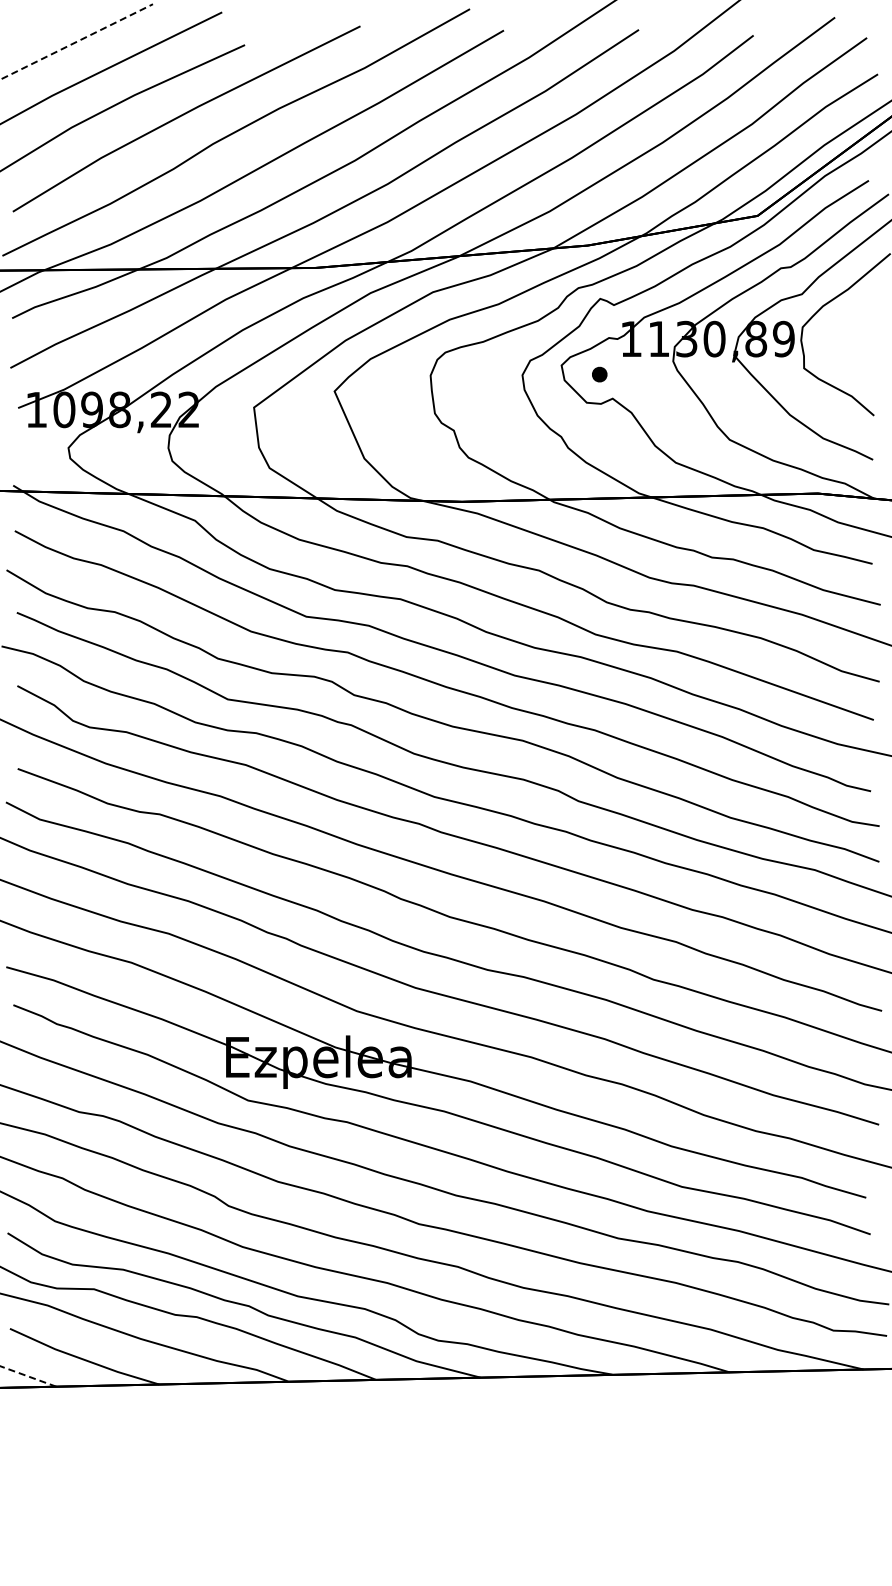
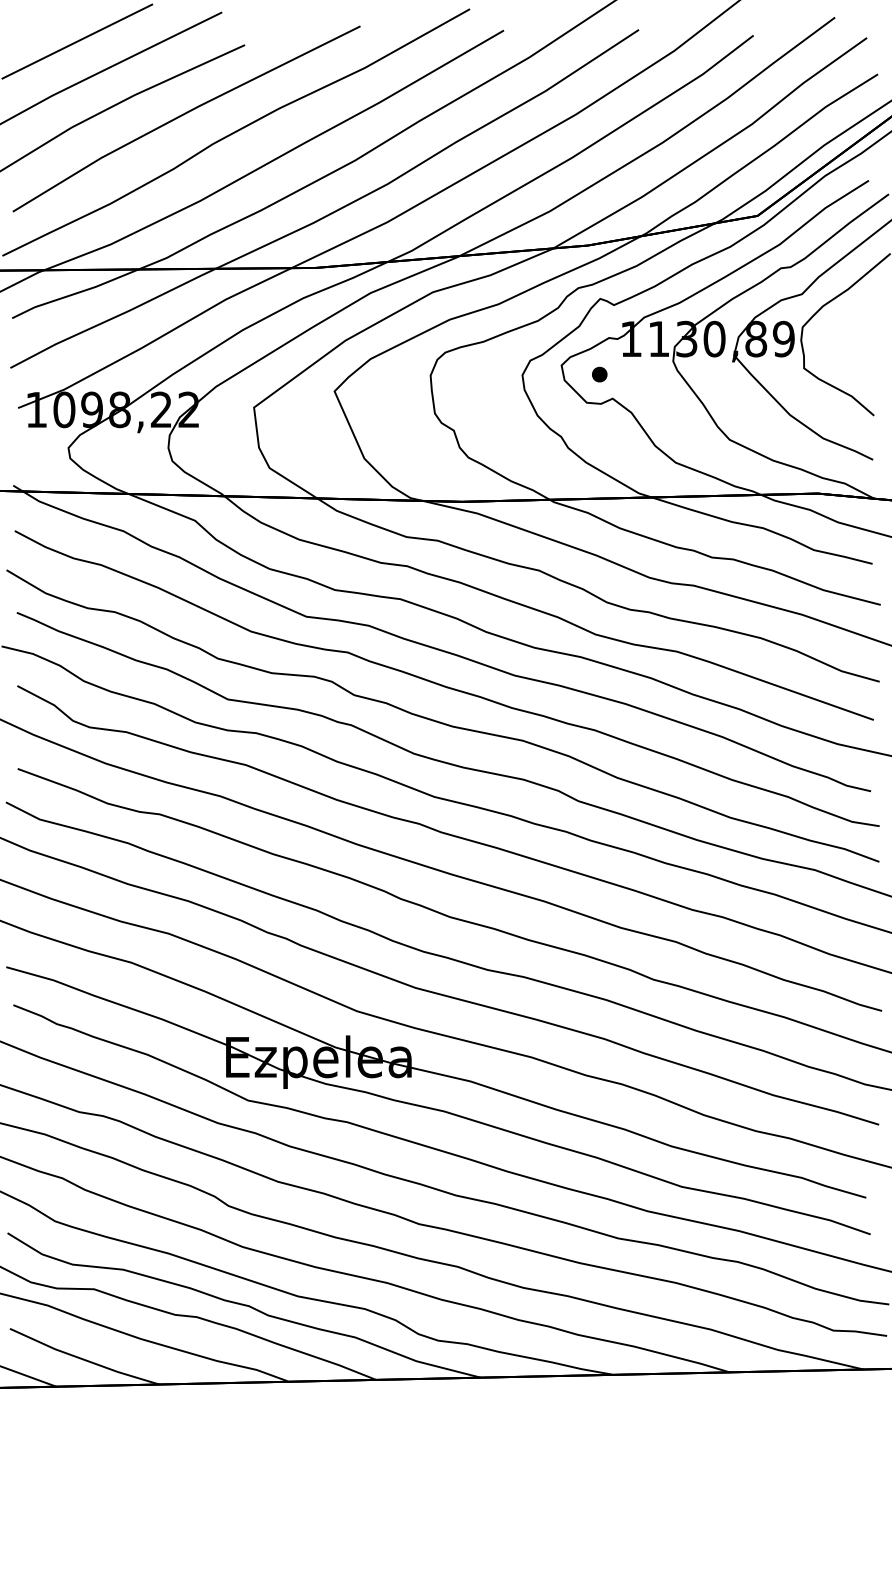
line at (77, 41): dashed -> solid
line at (28, 1376): dashed -> solid
